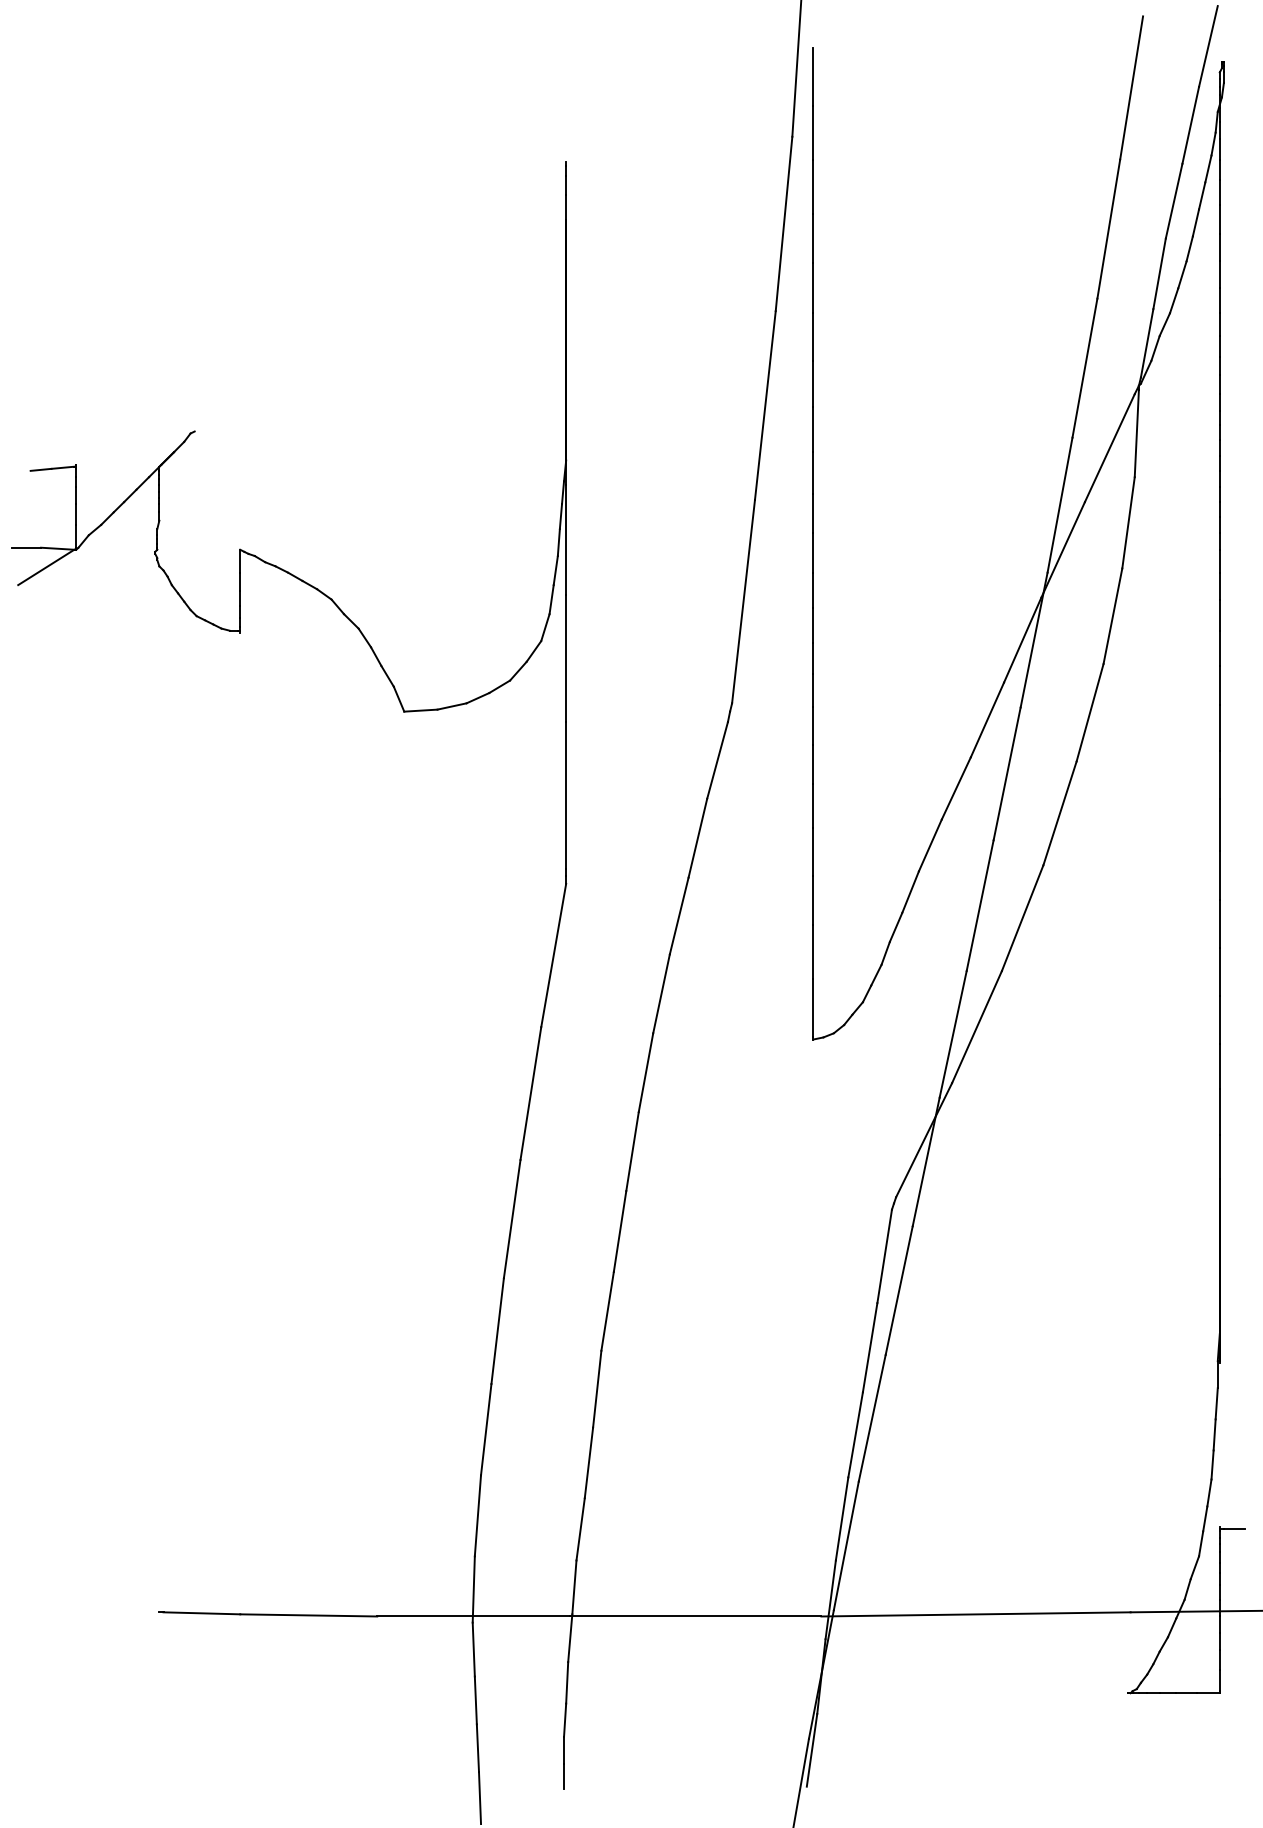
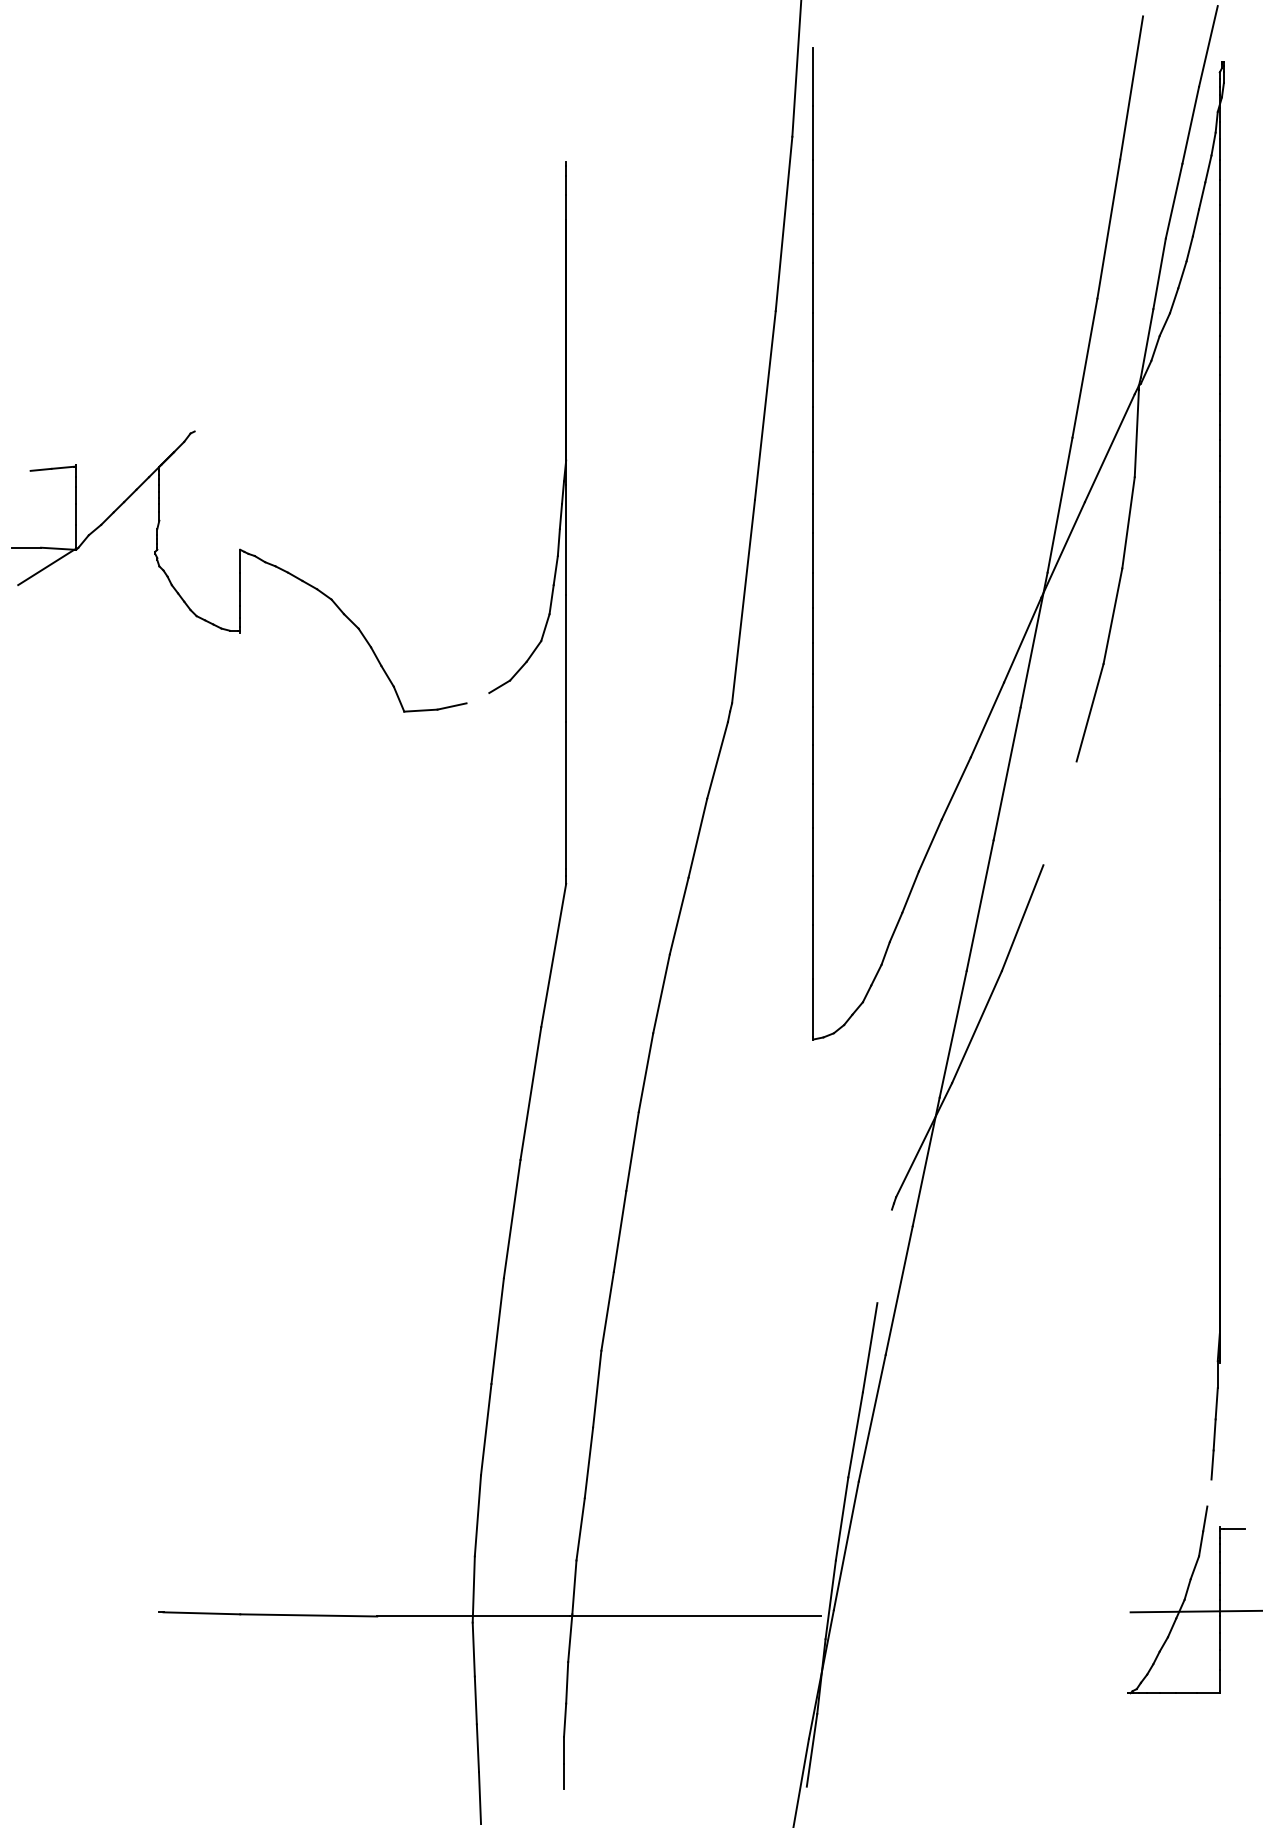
line at (477, 698): present -> none
line at (1059, 813): present -> none
line at (884, 1256): present -> none
line at (1209, 1492): present -> none
line at (975, 1614): present -> none
